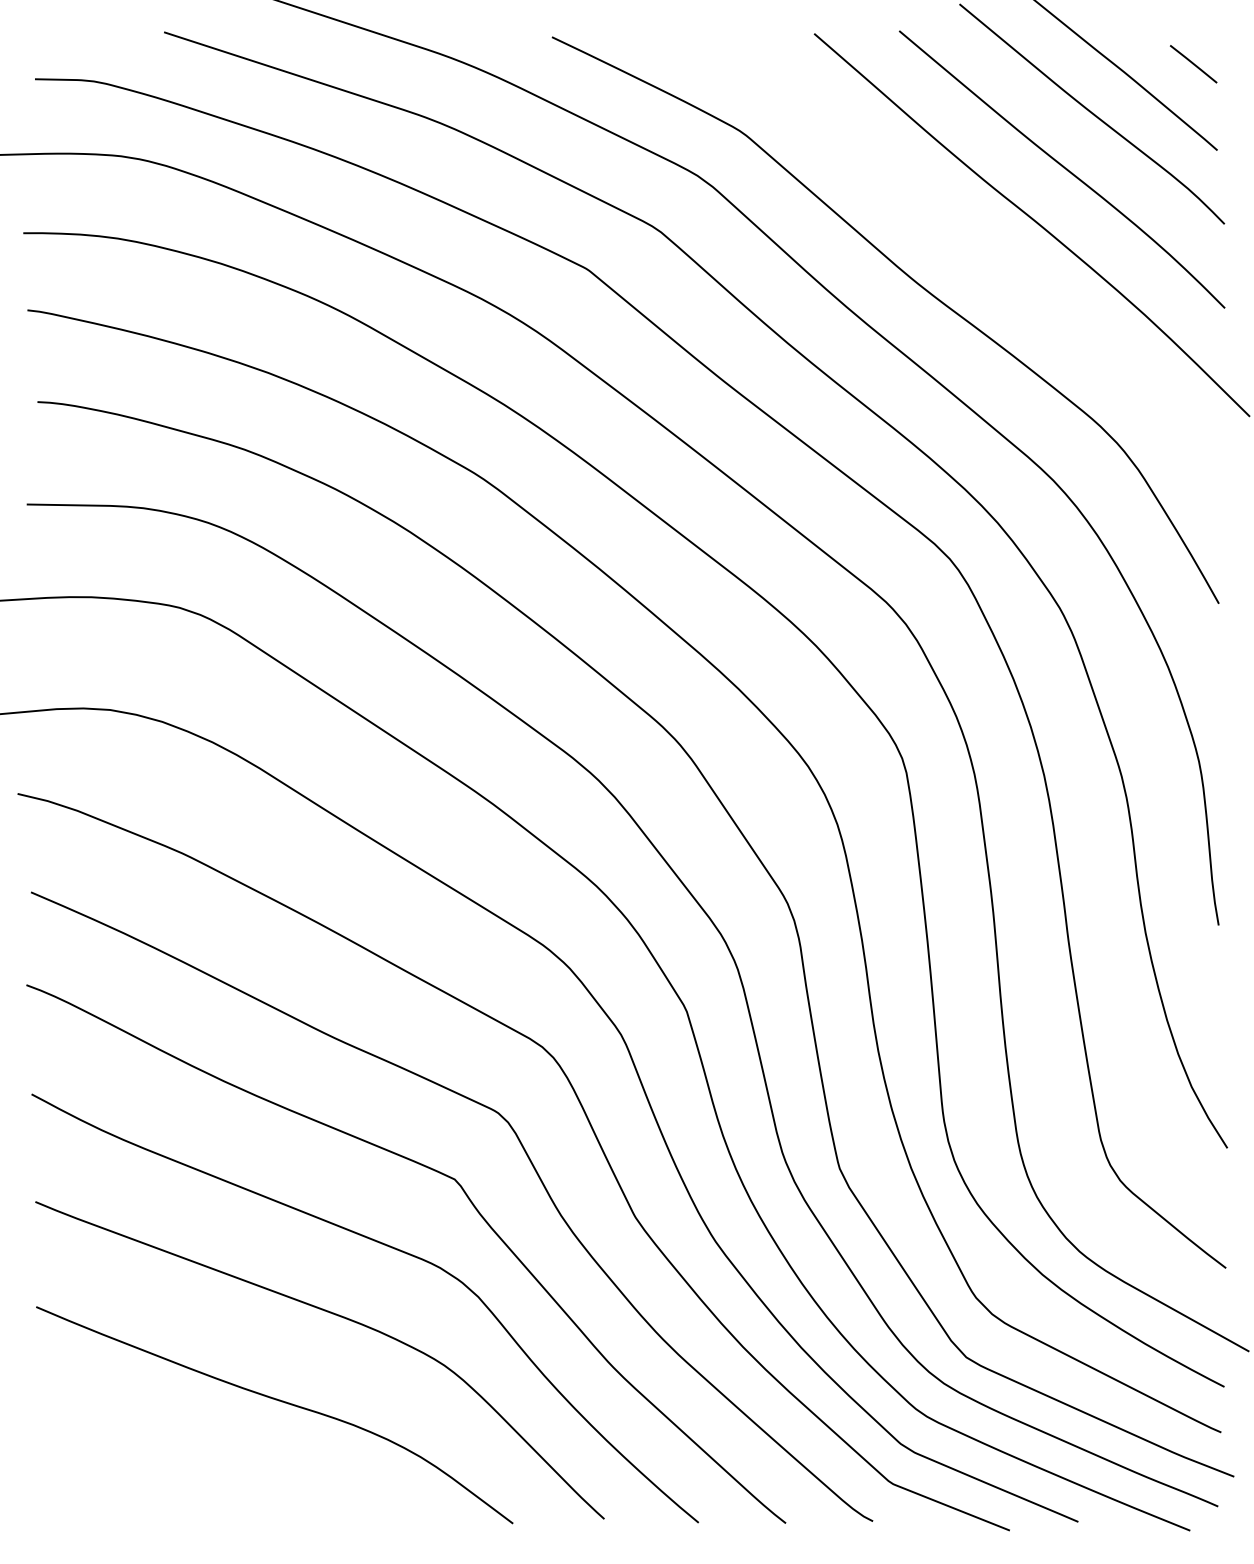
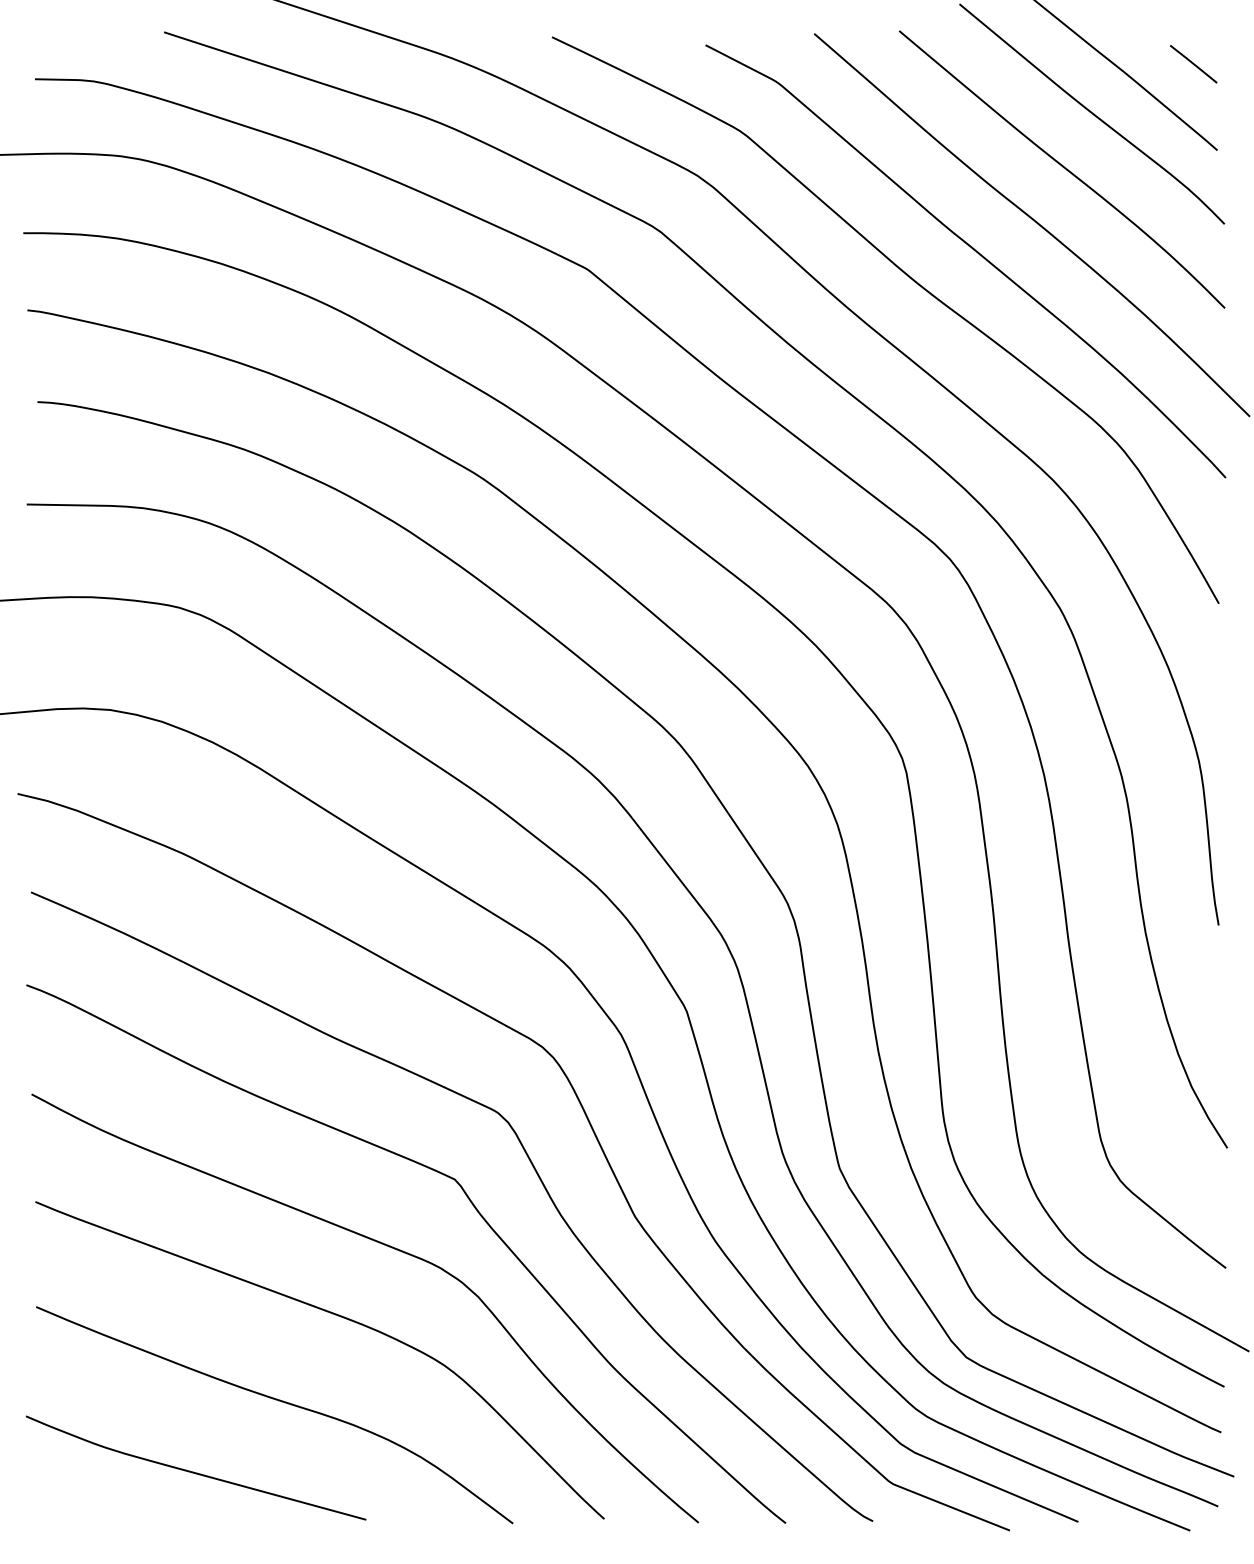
curve at (974, 251): none -> present
curve at (193, 1471): none -> present
